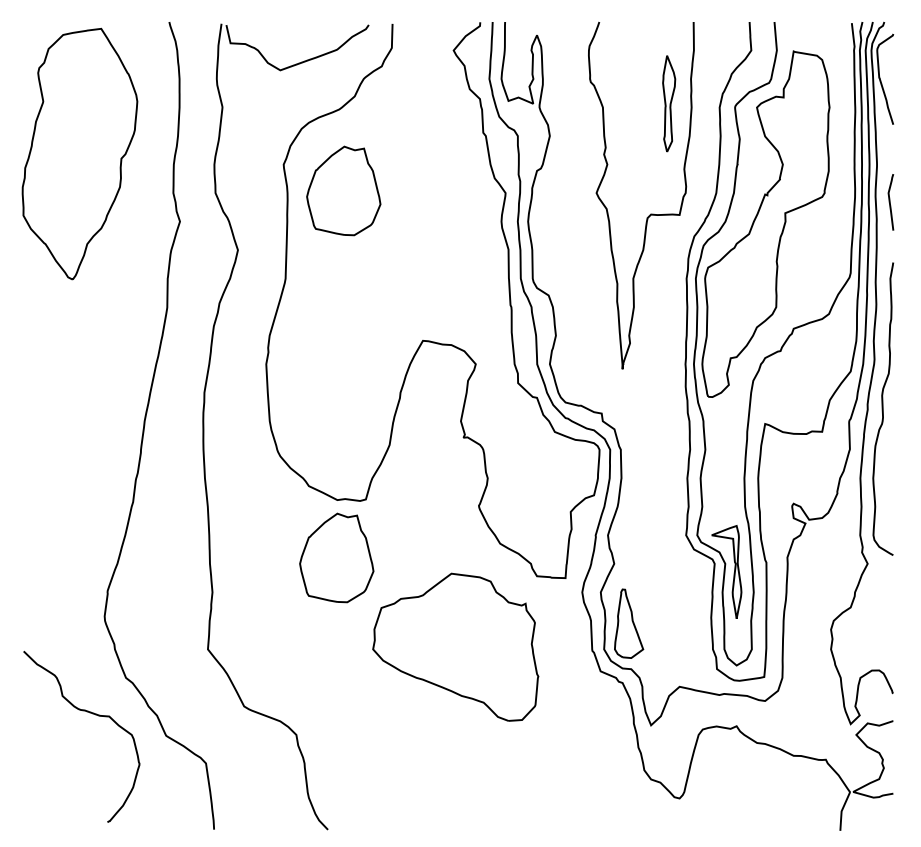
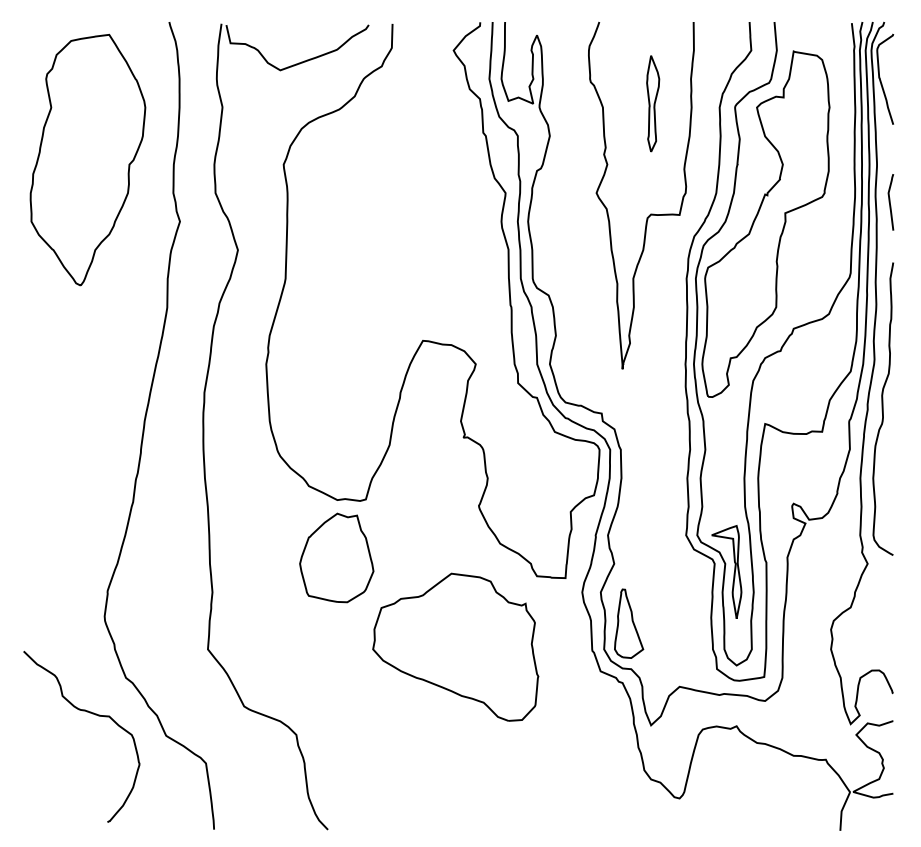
part at (669, 103) position: (669, 103) -> (653, 103)
part at (79, 153) position: (79, 153) -> (87, 159)
part at (343, 190): present -> none
